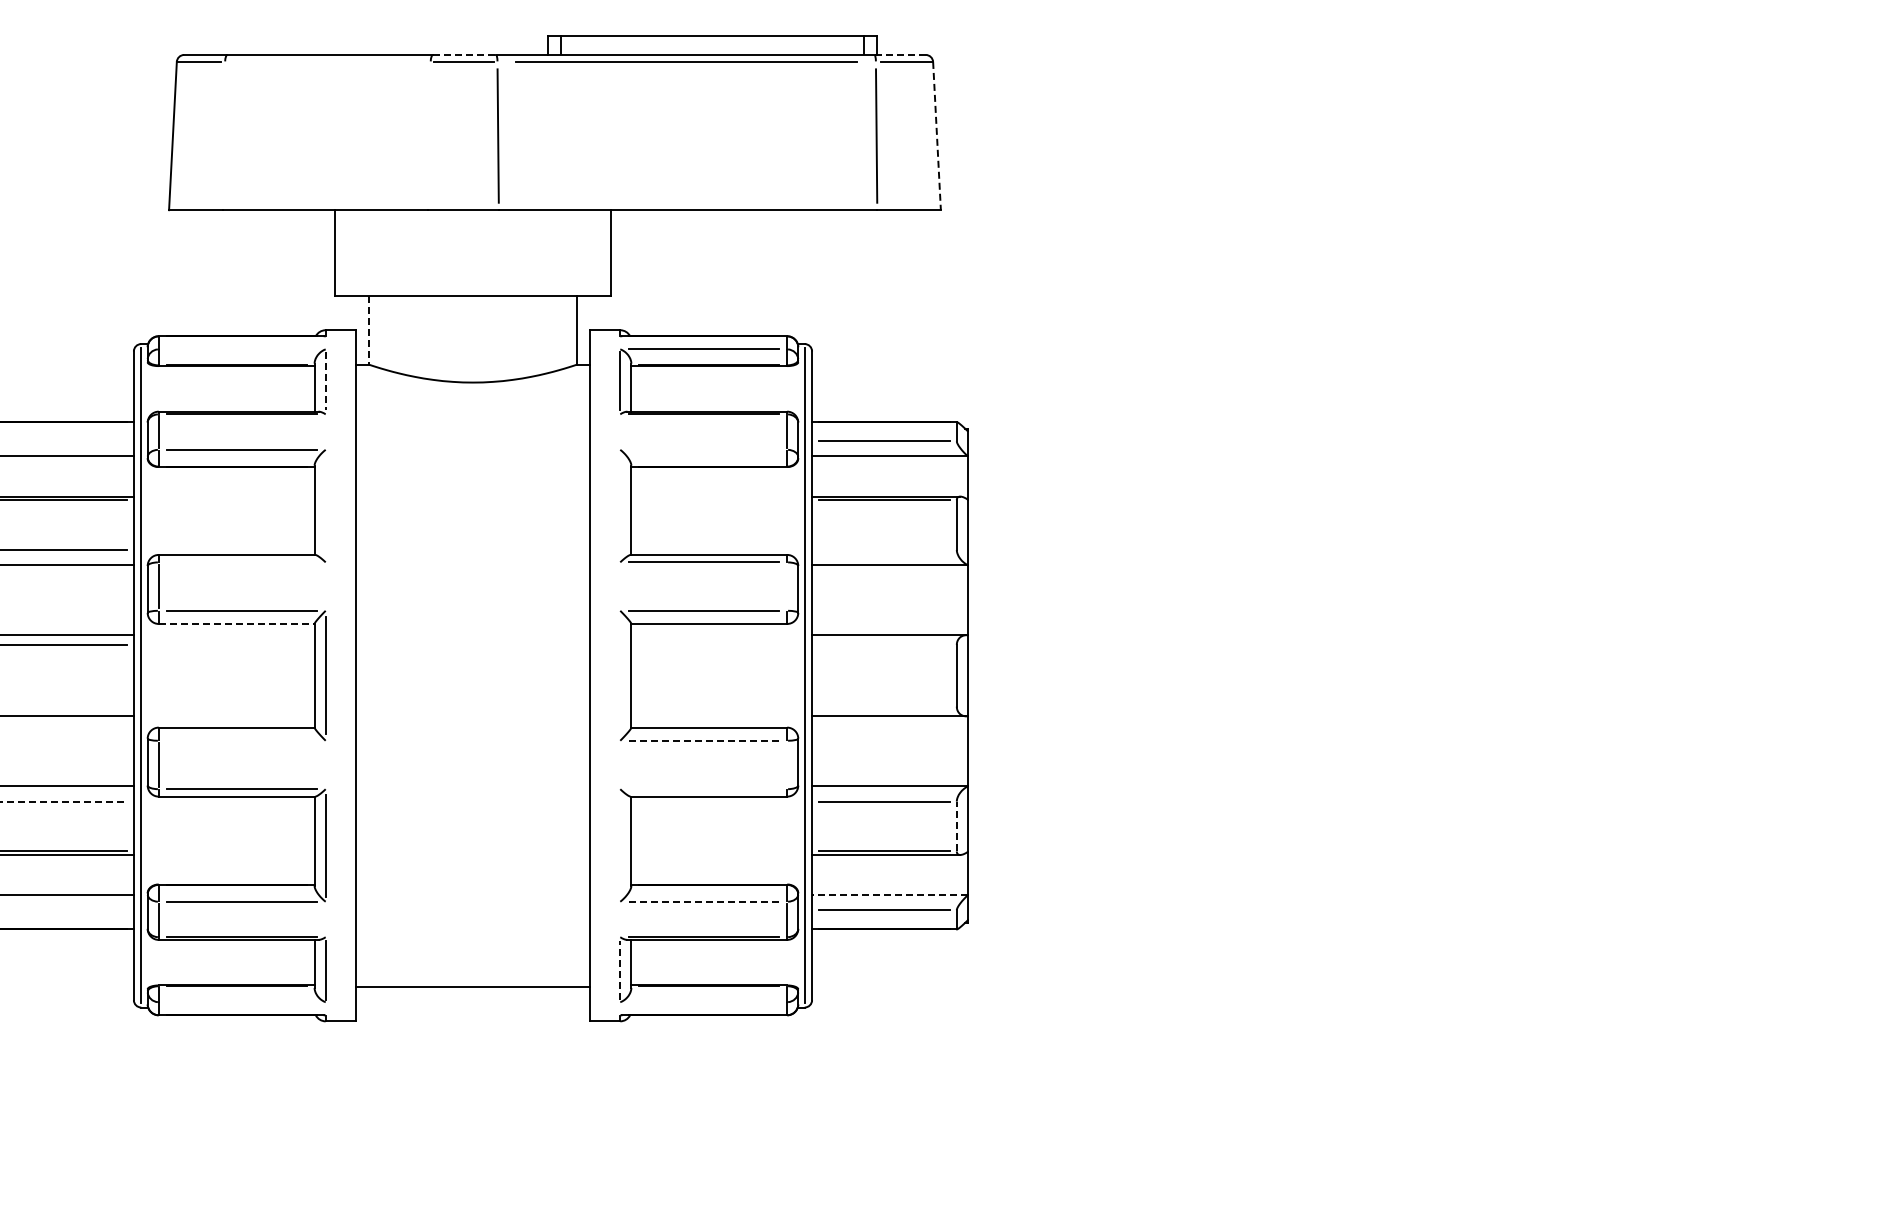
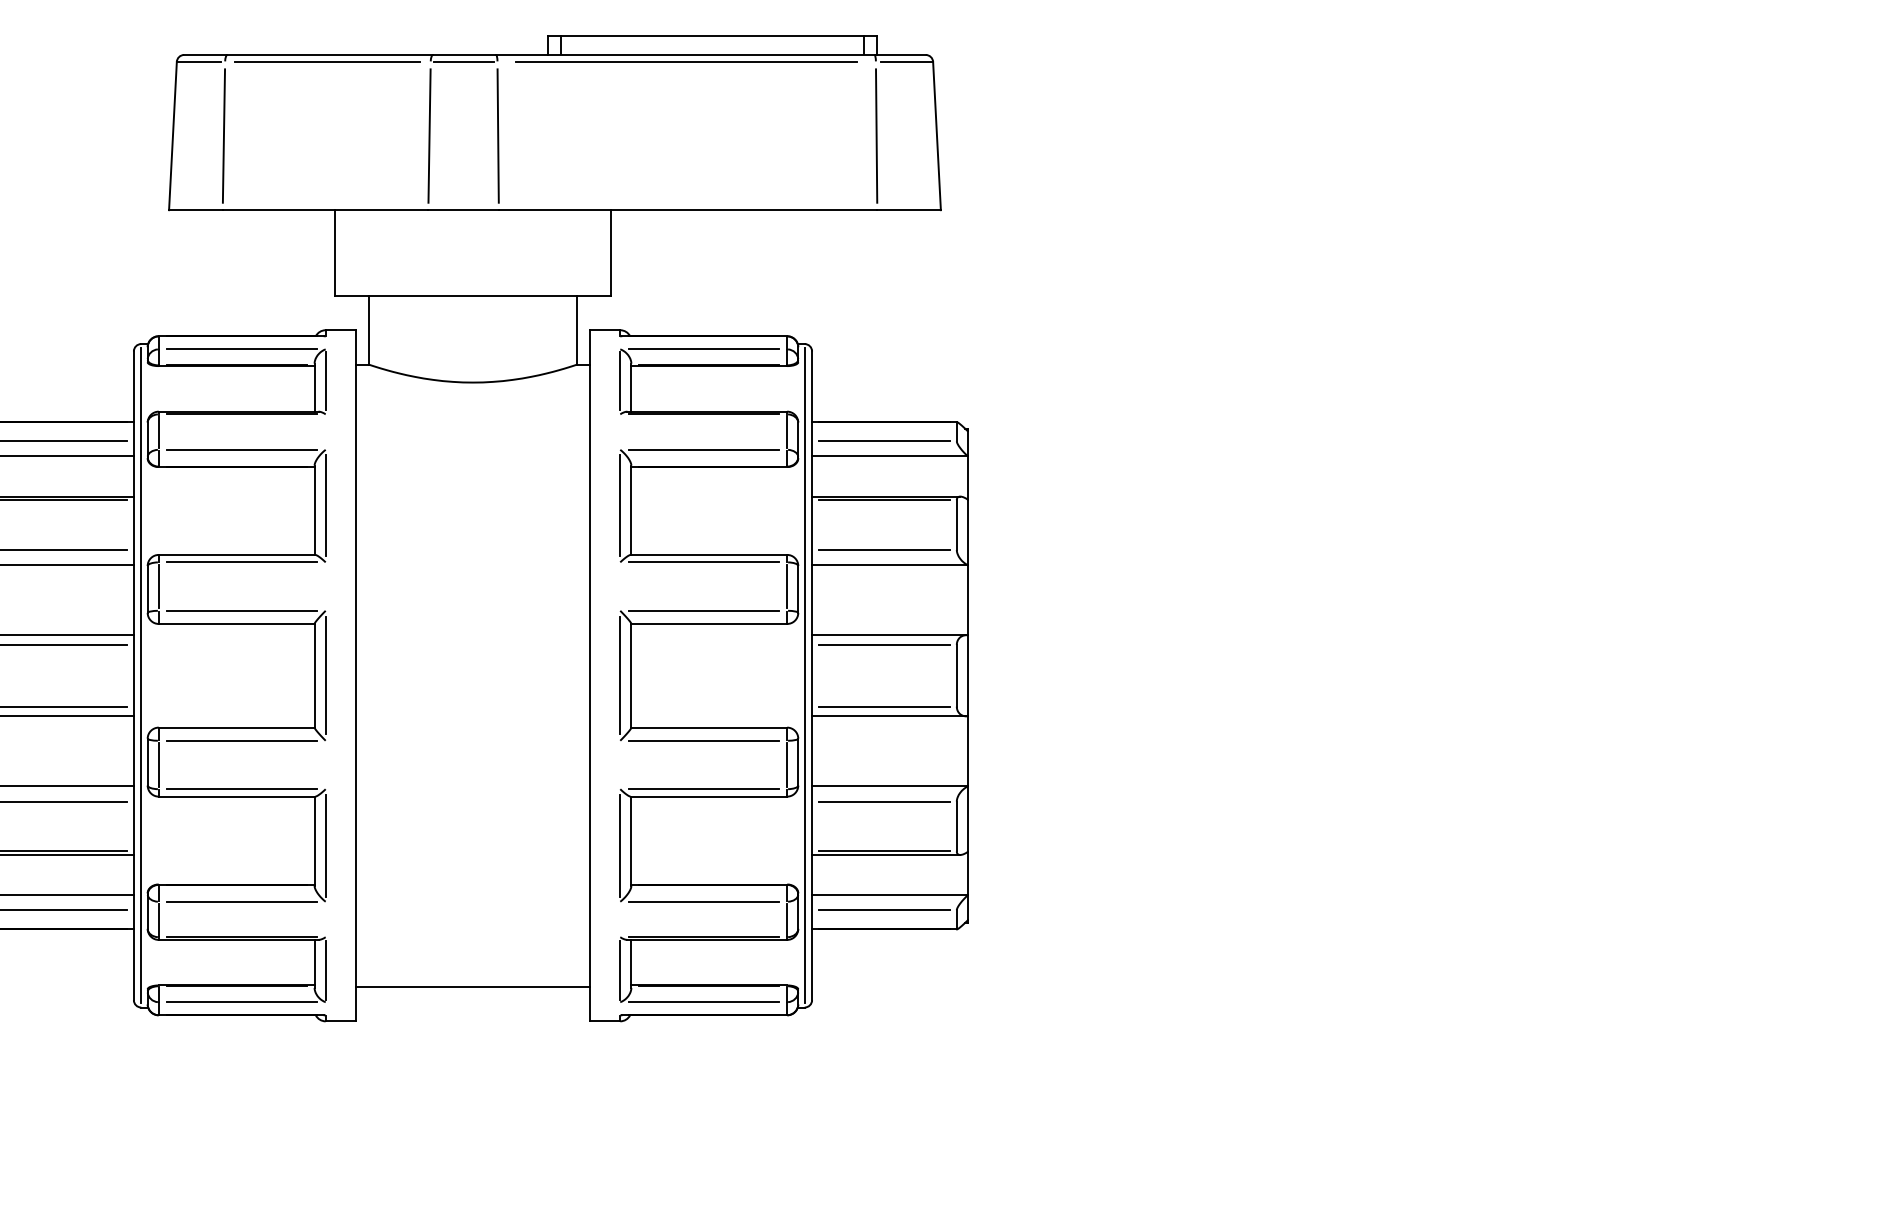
line at (464, 54): dashed -> solid
line at (900, 54): dashed -> solid
line at (327, 61): none -> present
line at (223, 135): none -> present
line at (429, 135): none -> present
line at (937, 136): dashed -> solid
line at (369, 330): dashed -> solid
line at (242, 349): none -> present
line at (325, 381): dashed -> solid
line at (64, 441): none -> present
line at (703, 449): none -> present
line at (325, 505): none -> present
line at (620, 505): none -> present
line at (884, 549): none -> present
line at (242, 562): none -> present
line at (787, 586): none -> present
line at (236, 623): dashed -> solid
line at (884, 644): none -> present
line at (620, 675): none -> present
line at (64, 706): none -> present
line at (884, 706): none -> present
line at (242, 740): none -> present
line at (704, 740): dashed -> solid
line at (787, 764): none -> present
line at (703, 789): none -> present
line at (64, 801): dashed -> solid
line at (956, 826): dashed -> solid
line at (620, 845): none -> present
line at (890, 895): dashed -> solid
line at (704, 901): dashed -> solid
line at (64, 910): none -> present
line at (620, 970): dashed -> solid
line at (242, 1002): none -> present
line at (703, 1002): none -> present
